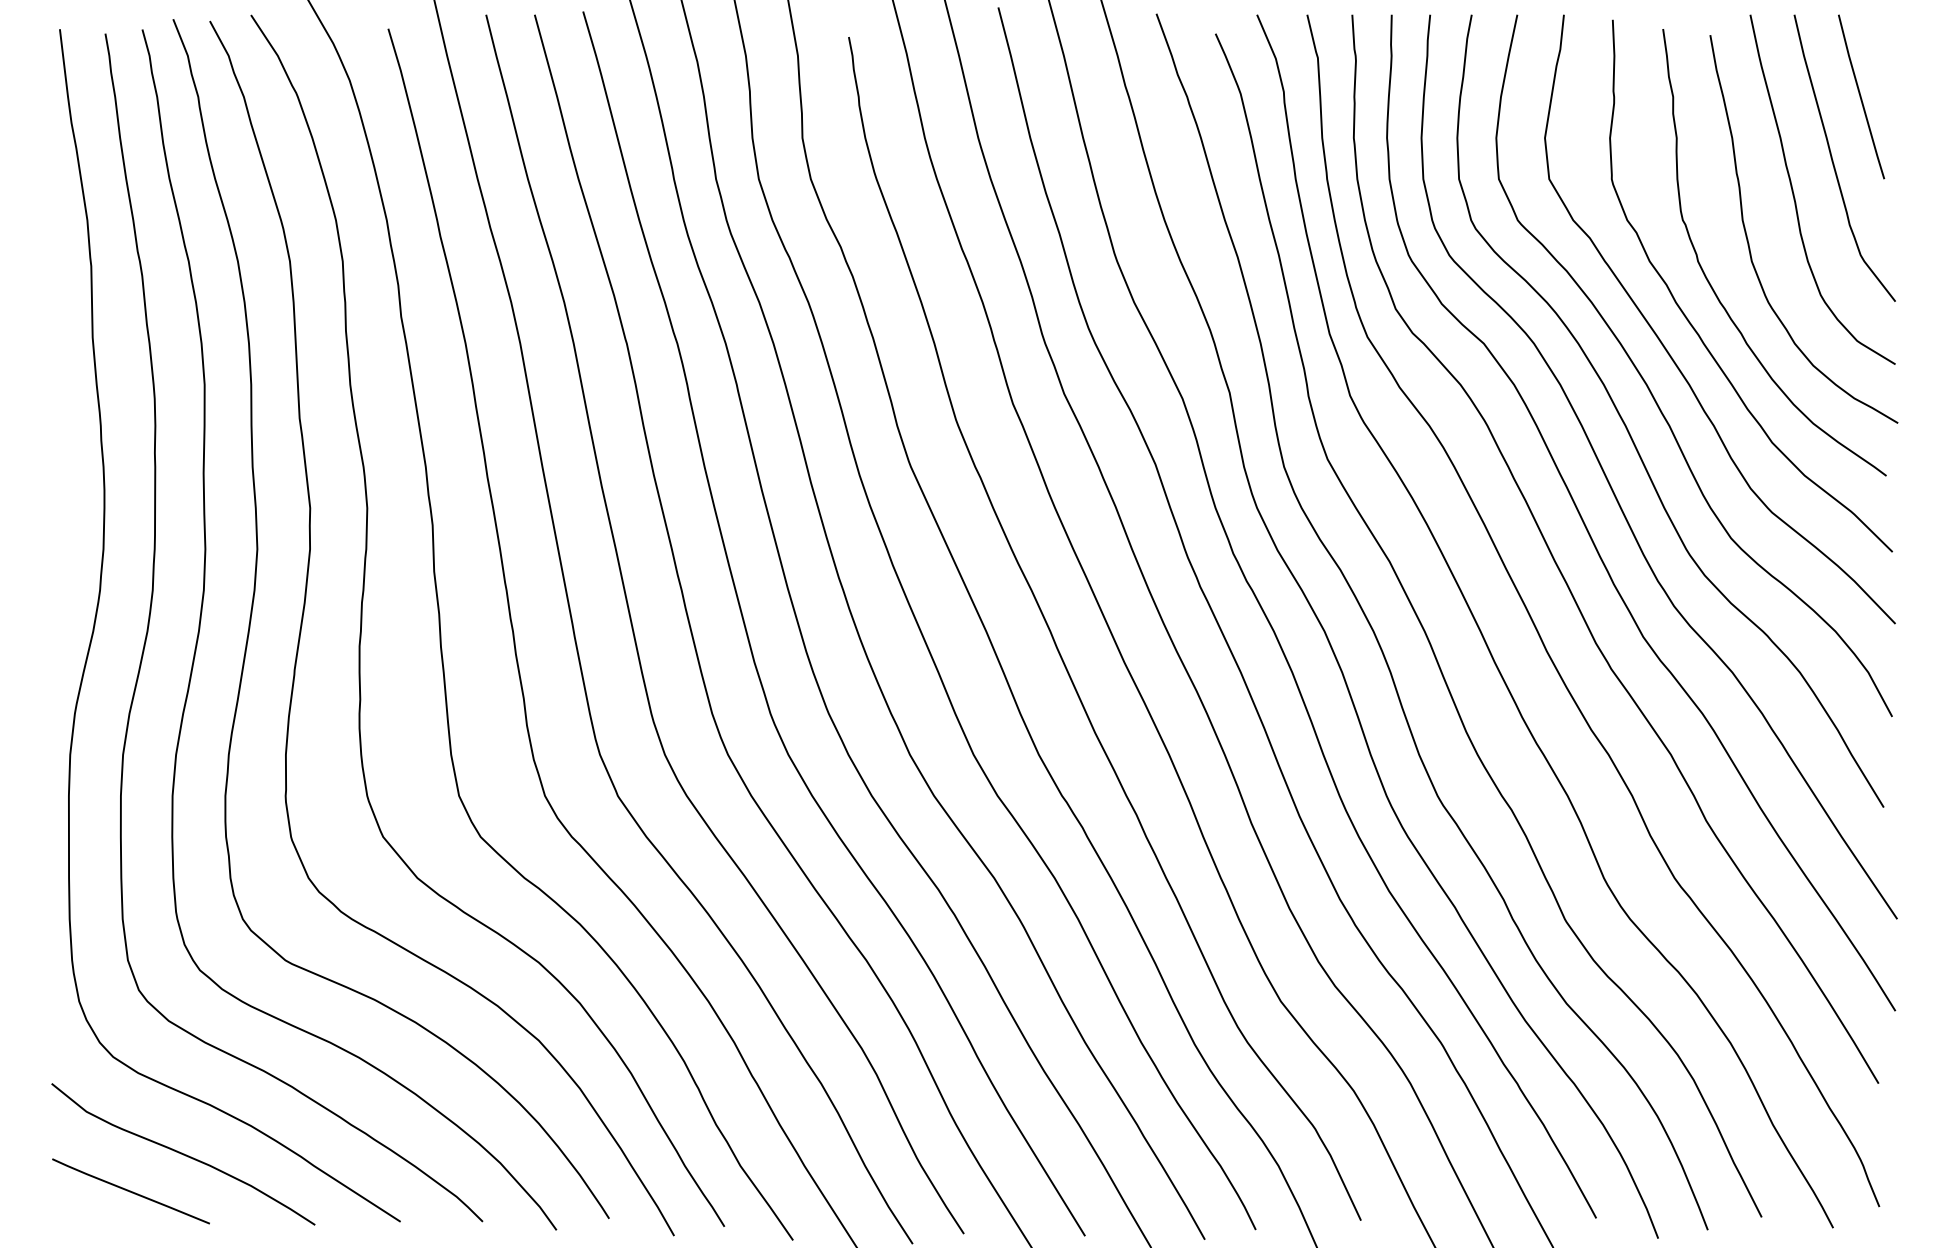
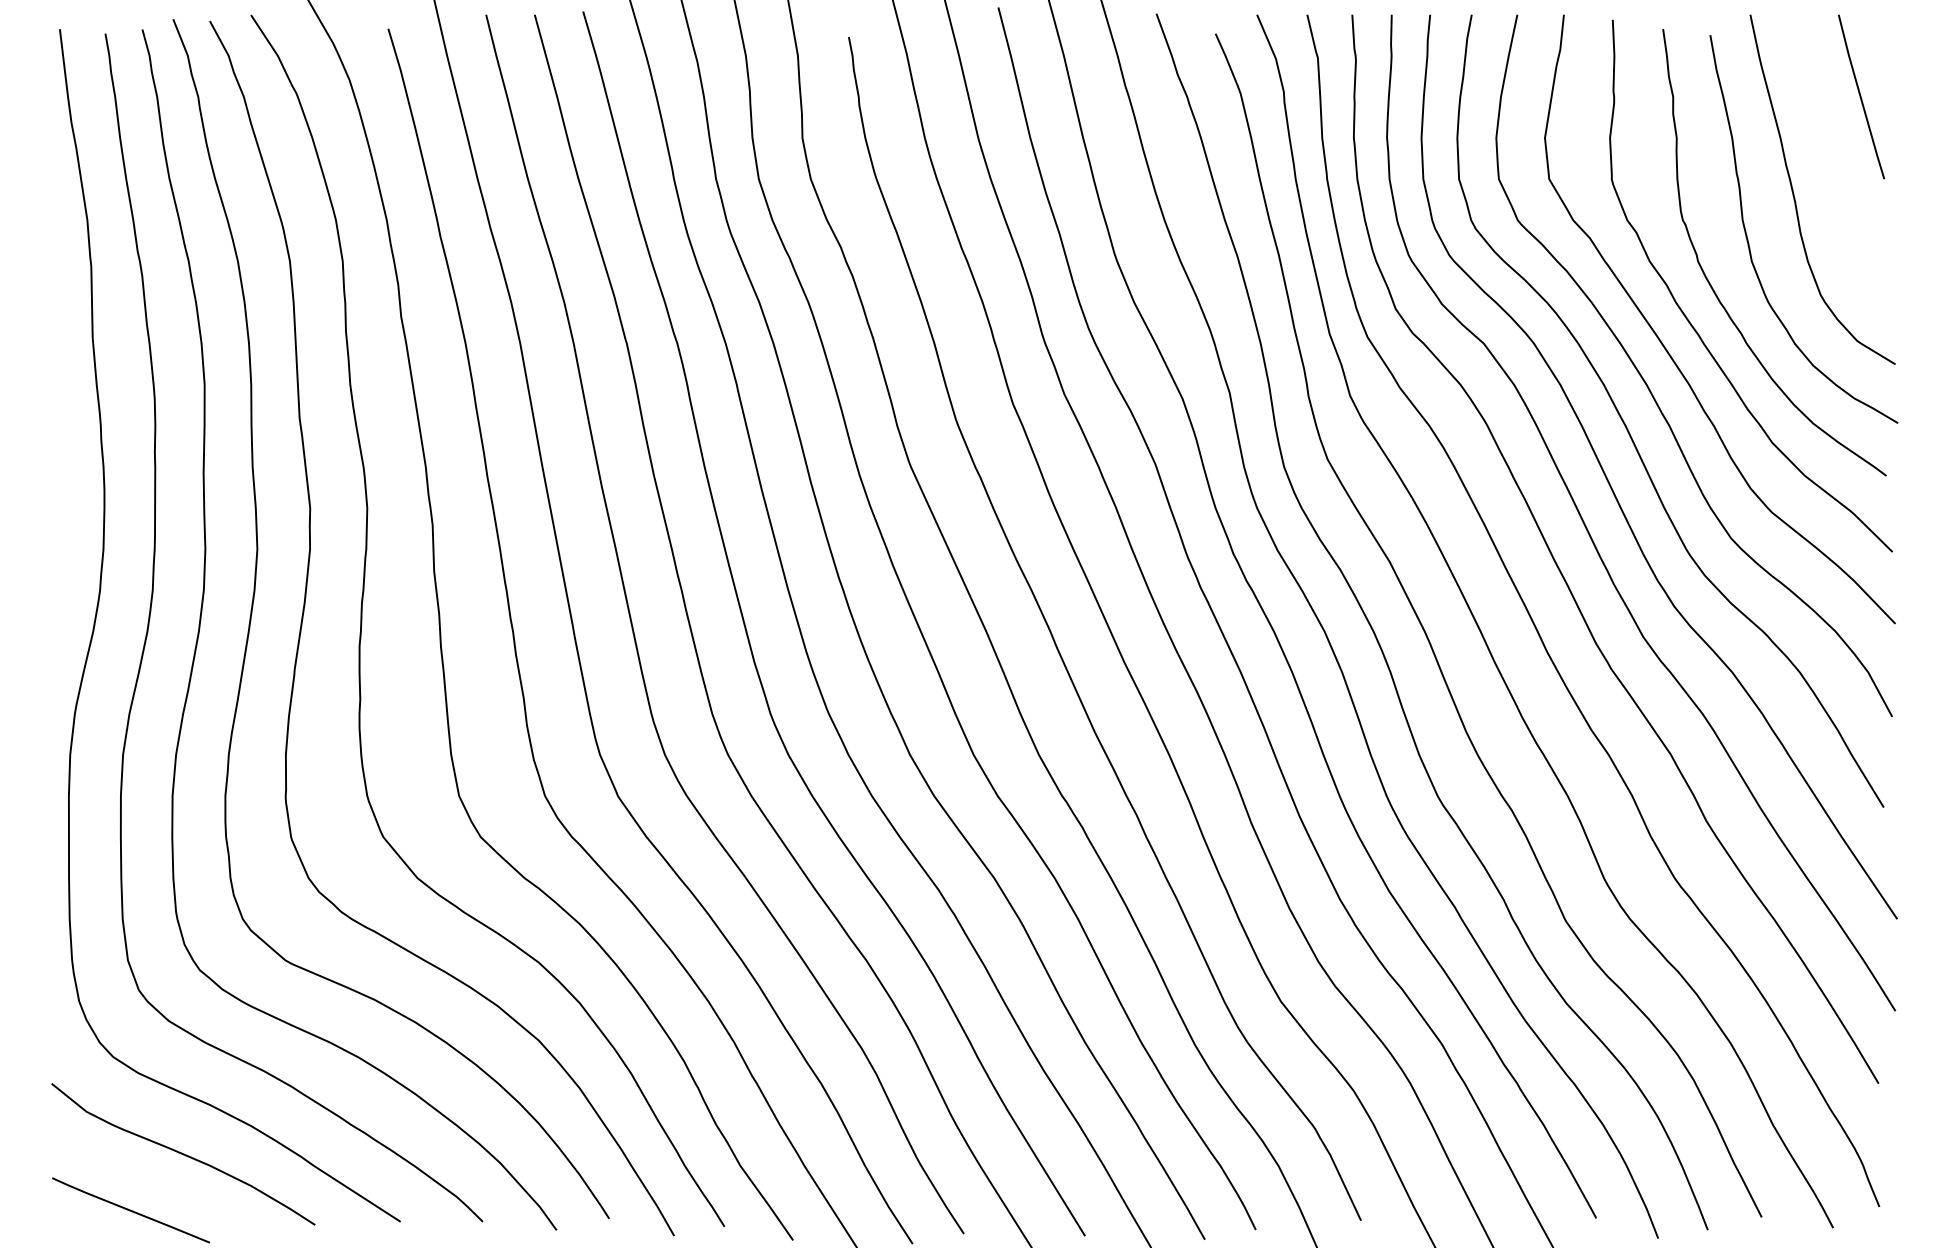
curve at (1833, 160): present -> none
line at (130, 1191) position: (130, 1191) -> (130, 1210)
